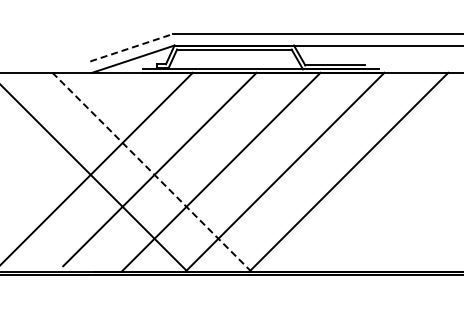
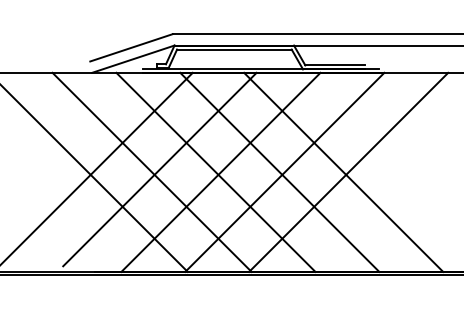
line at (131, 47): dashed -> solid
line at (215, 171): none -> present
line at (279, 171): none -> present
line at (343, 171): none -> present
line at (152, 172): dashed -> solid
